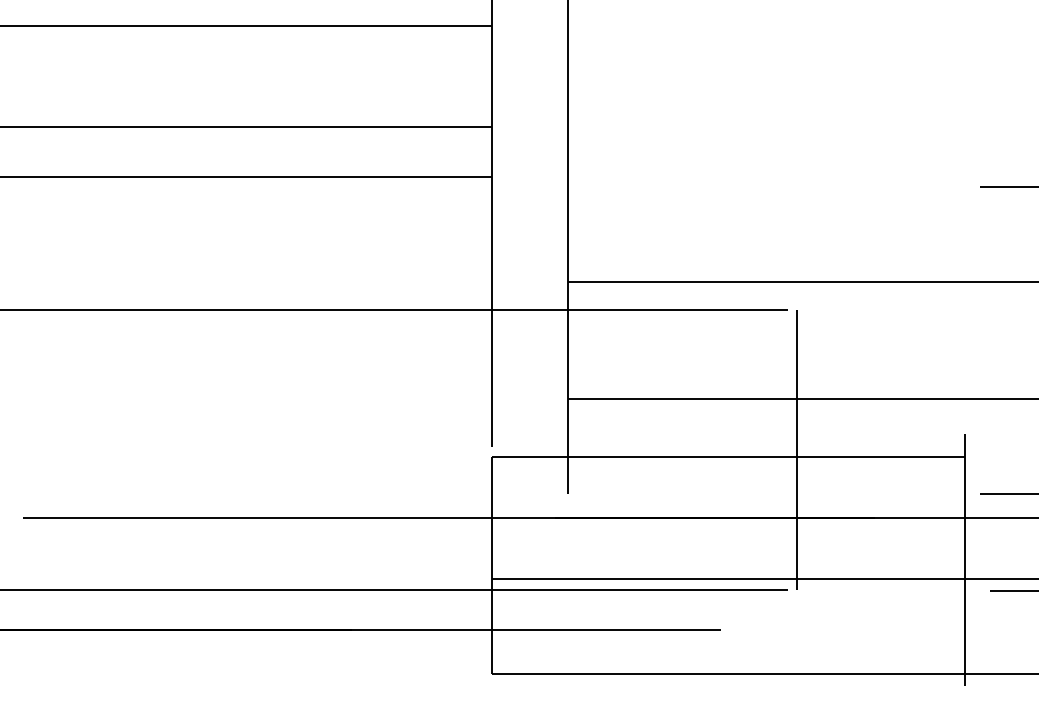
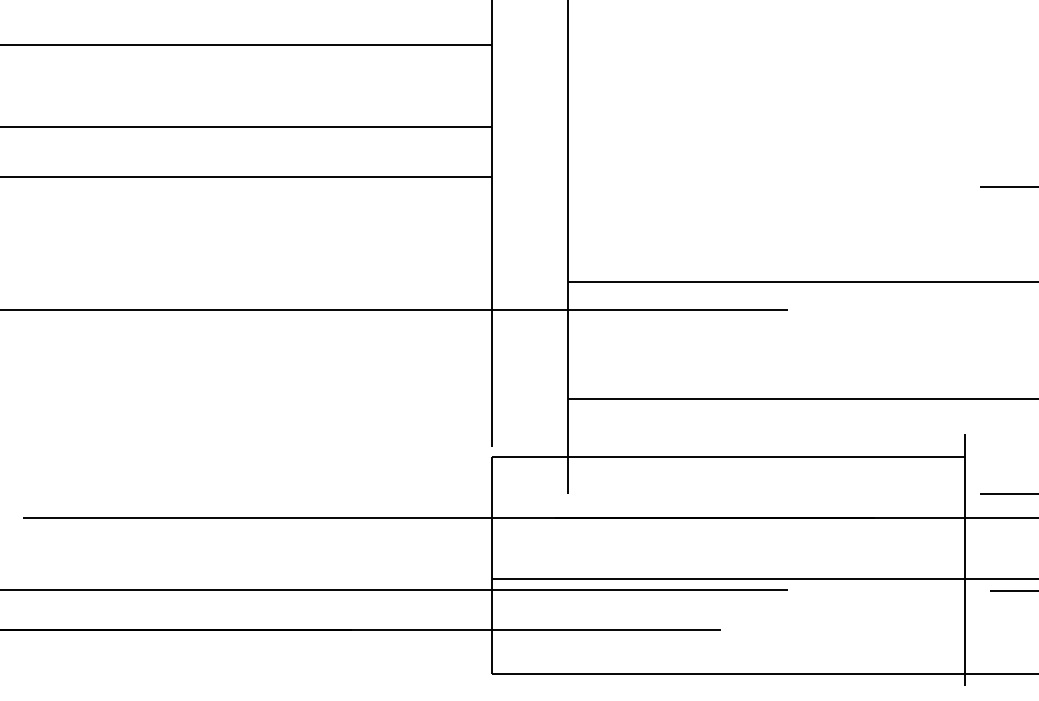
line at (247, 26) position: (247, 26) -> (247, 45)
line at (796, 449): present -> none
